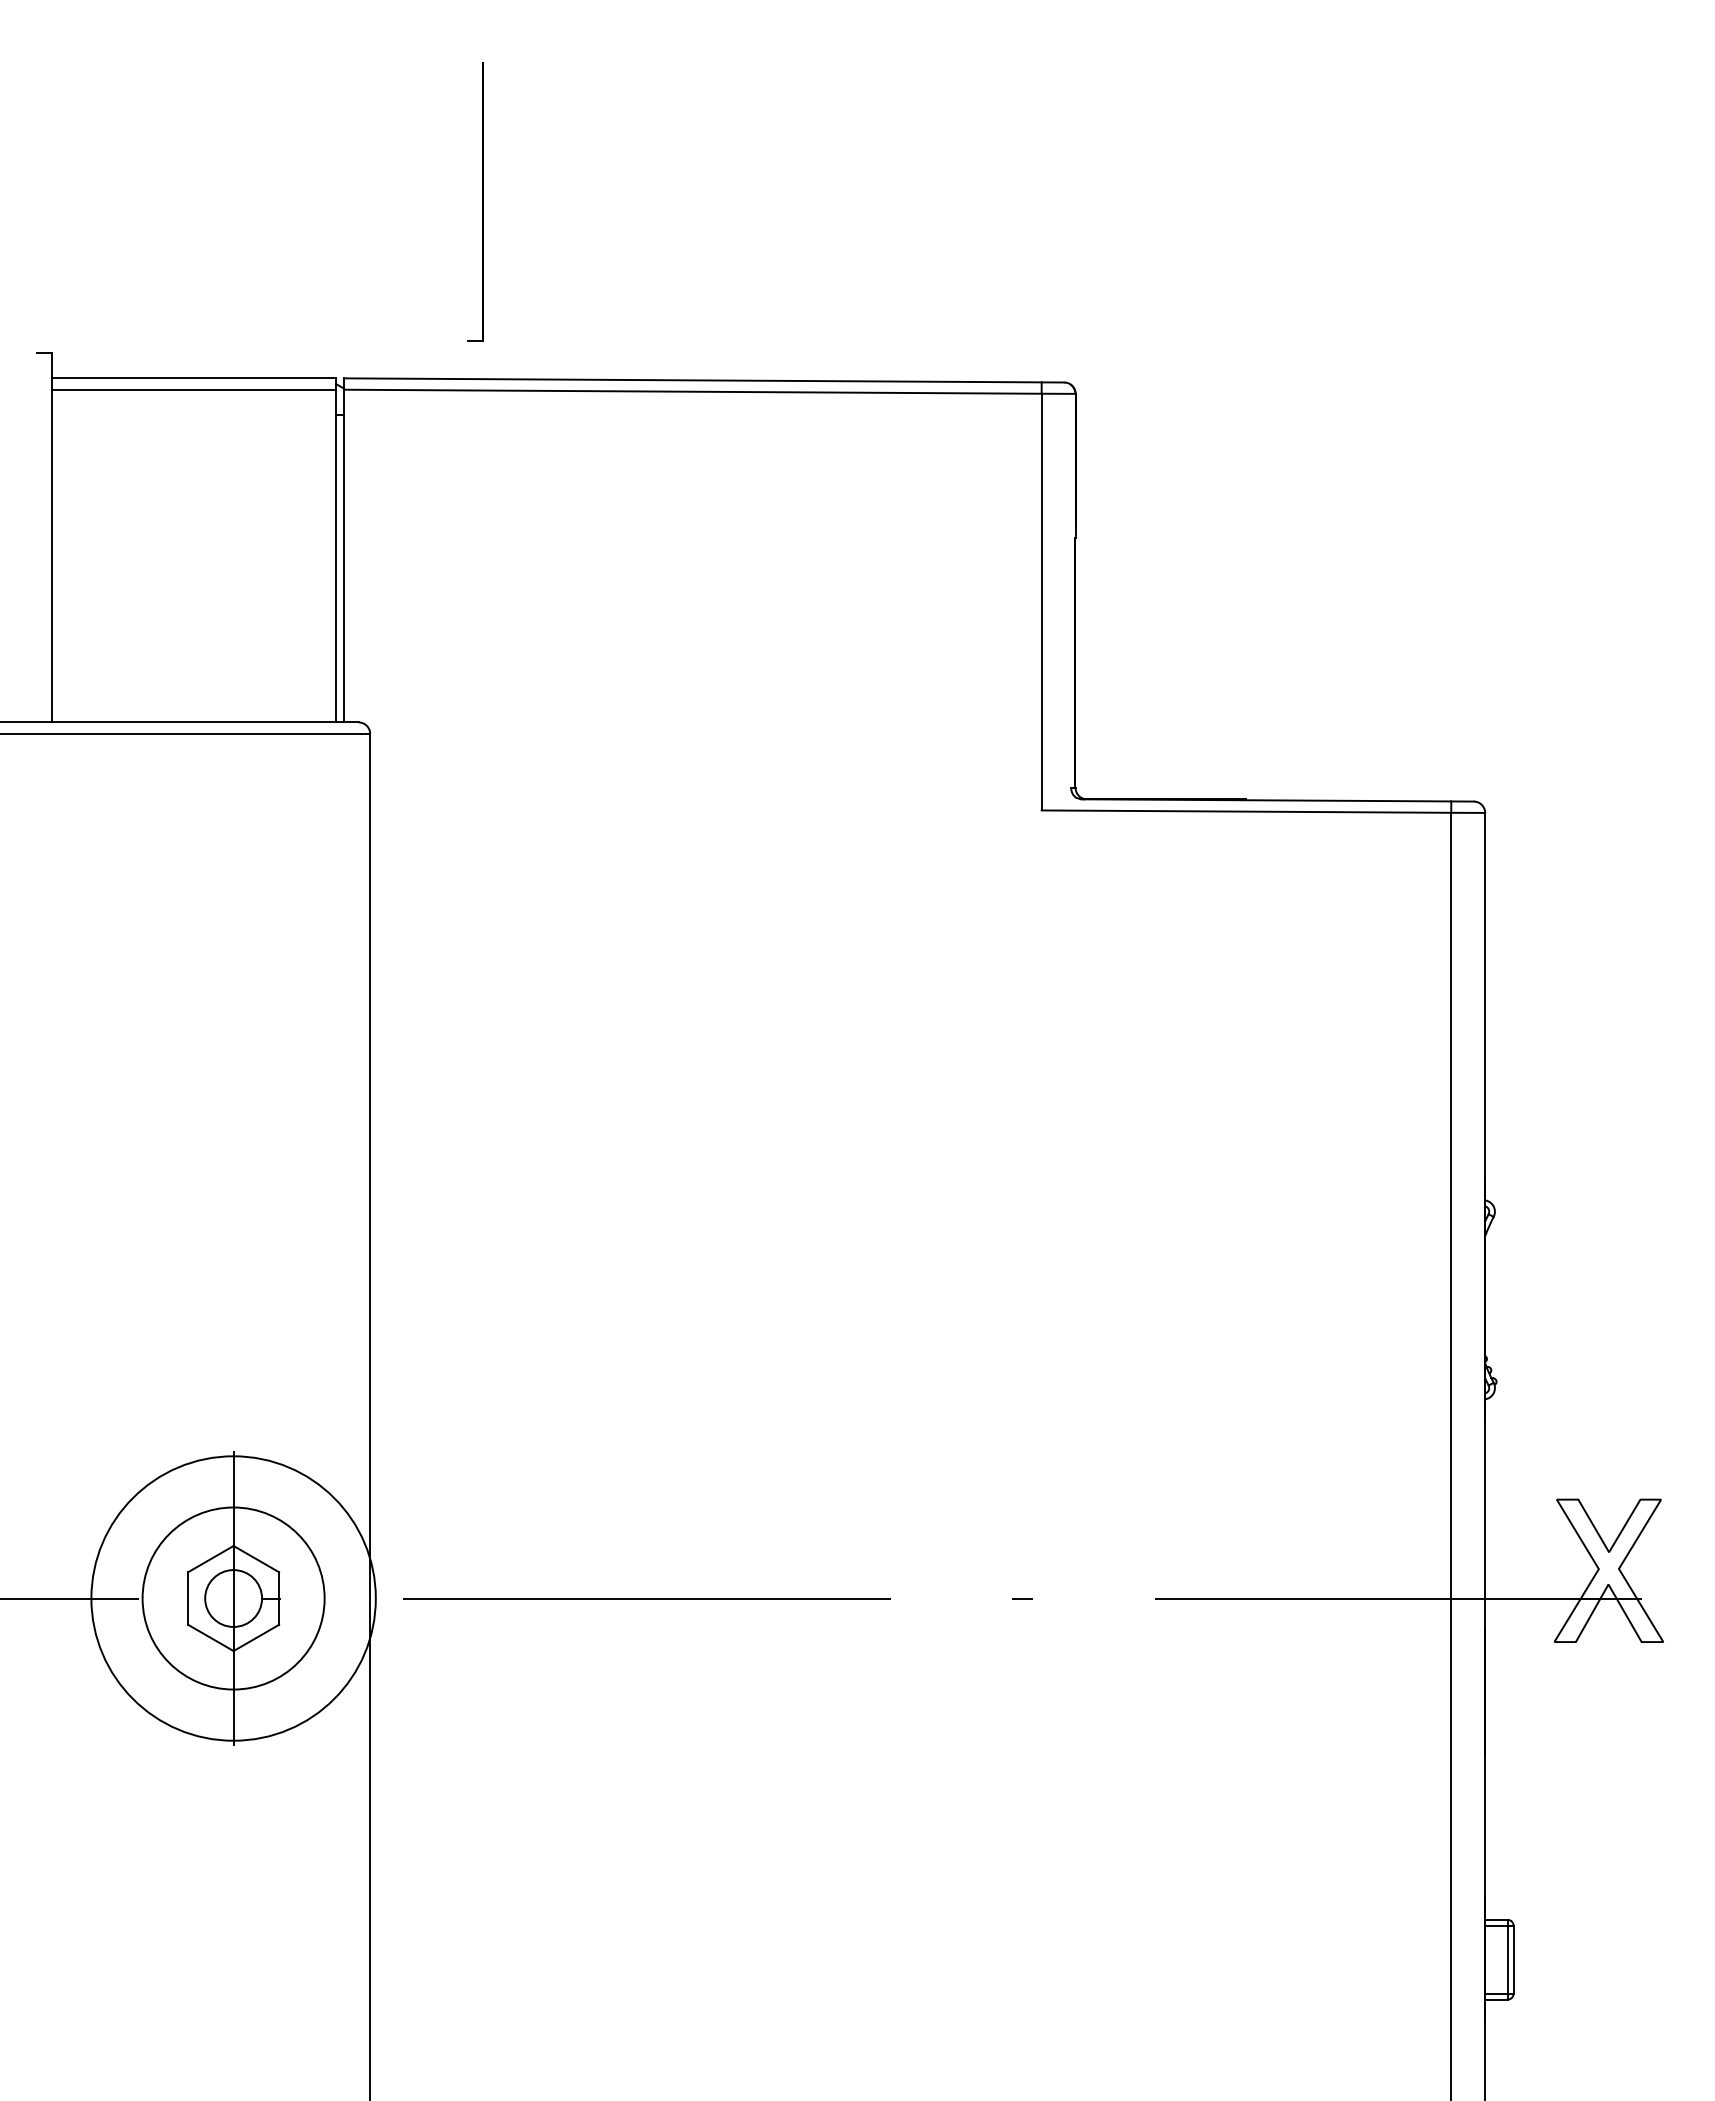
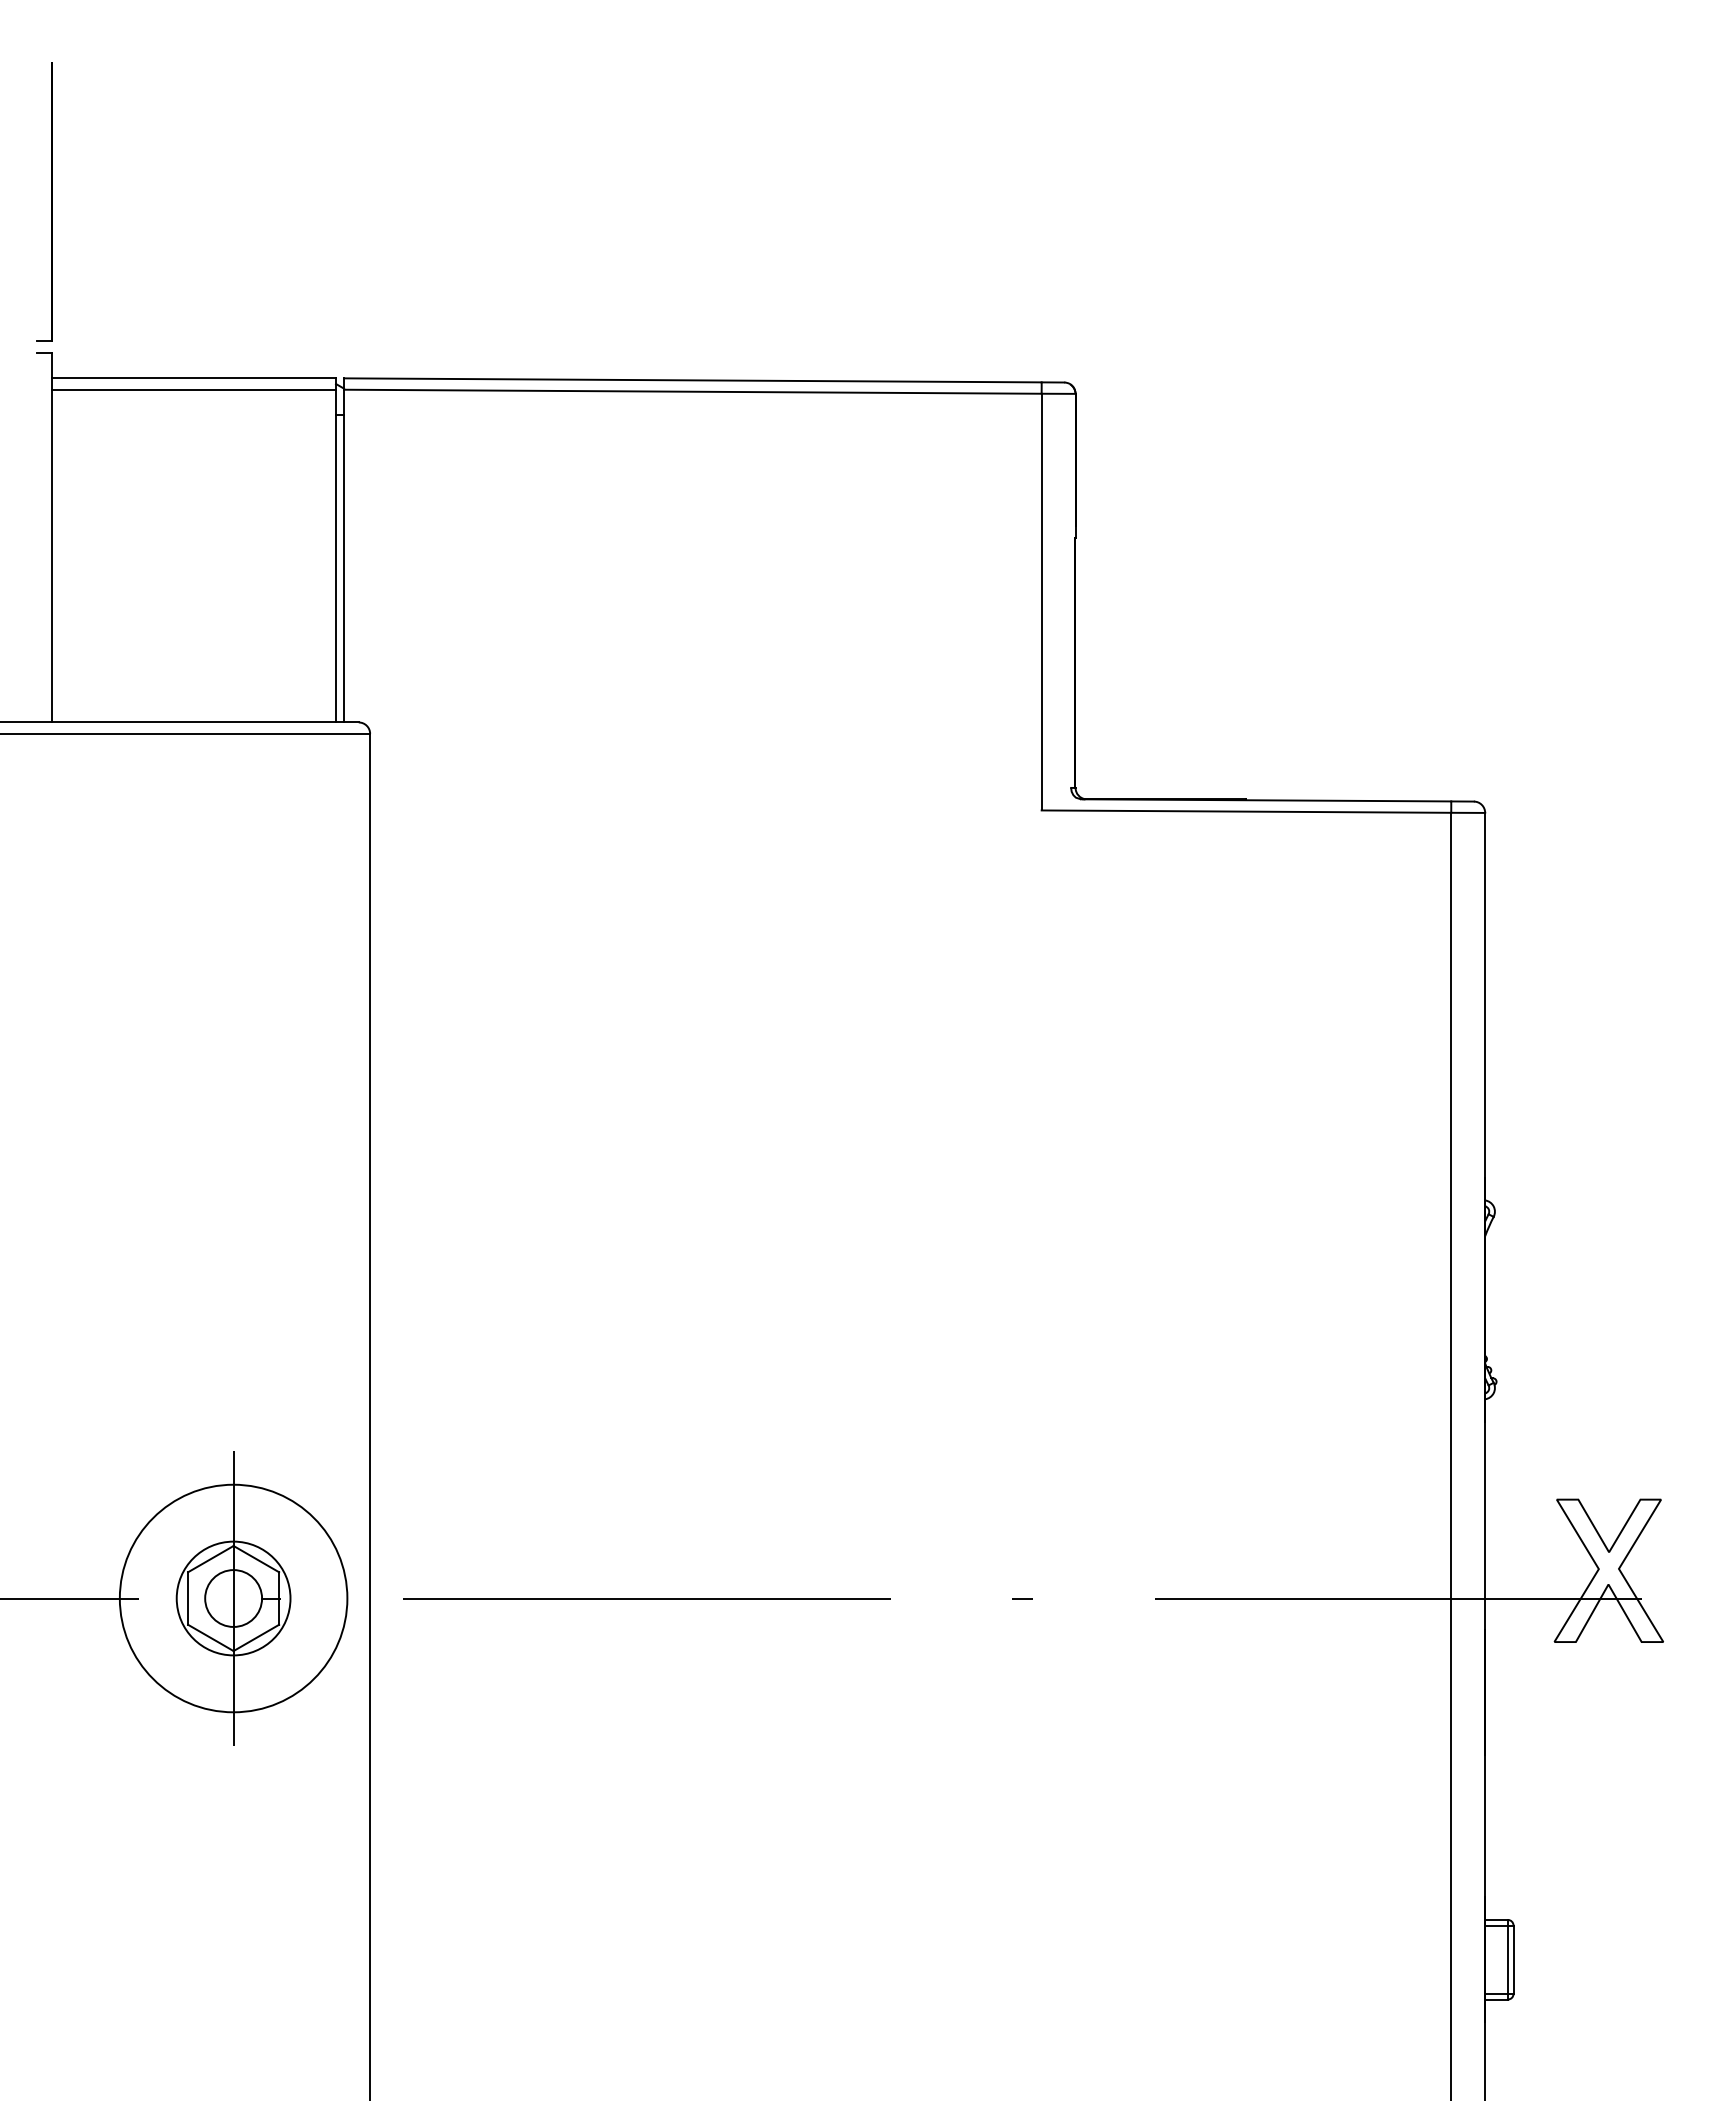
part at (482, 201) position: (482, 201) -> (51, 201)
circle at (233, 1598) diameter: 182 px -> 114 px
circle at (233, 1598) diameter: 284 px -> 228 px
